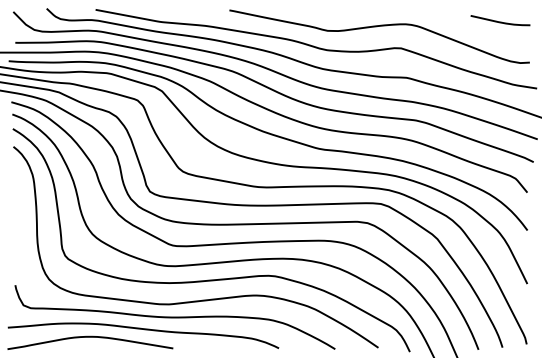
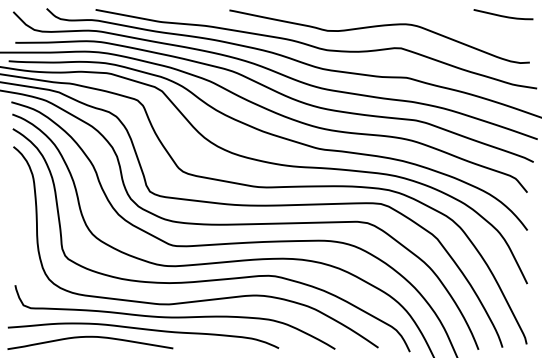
curve at (500, 21) position: (500, 21) -> (503, 15)
